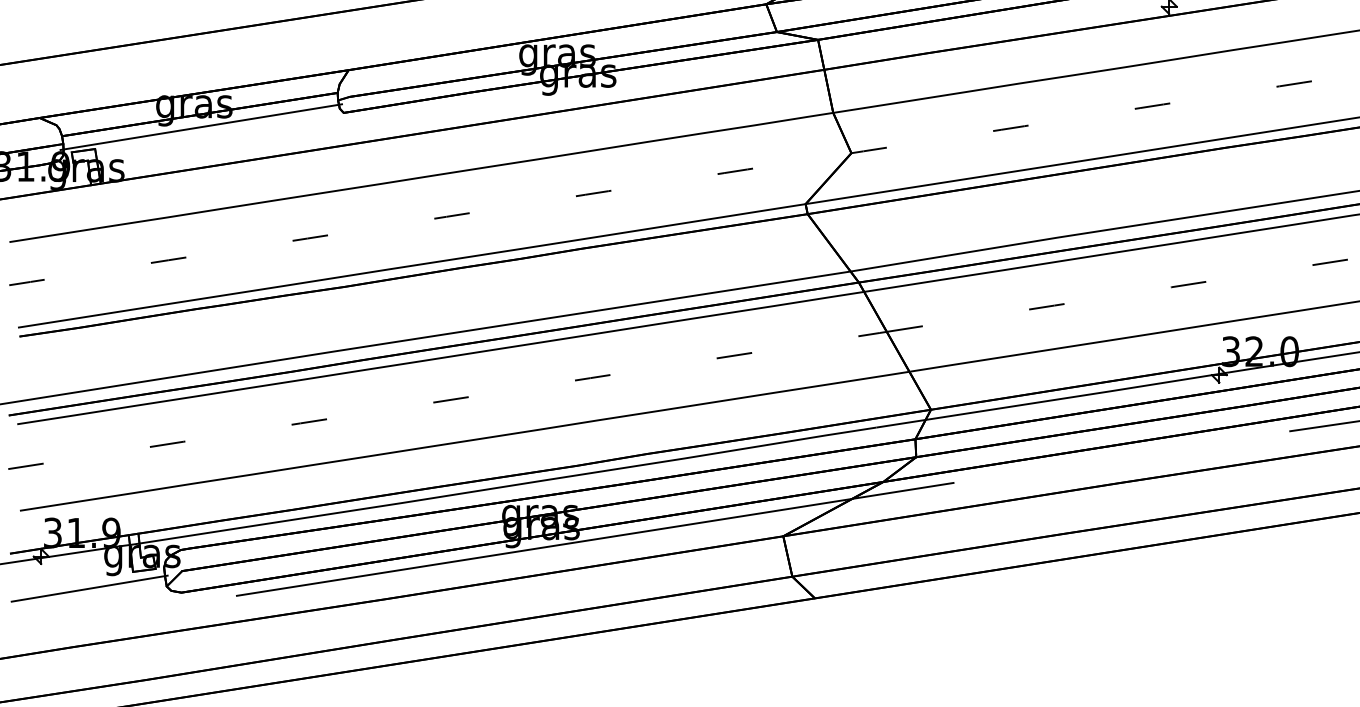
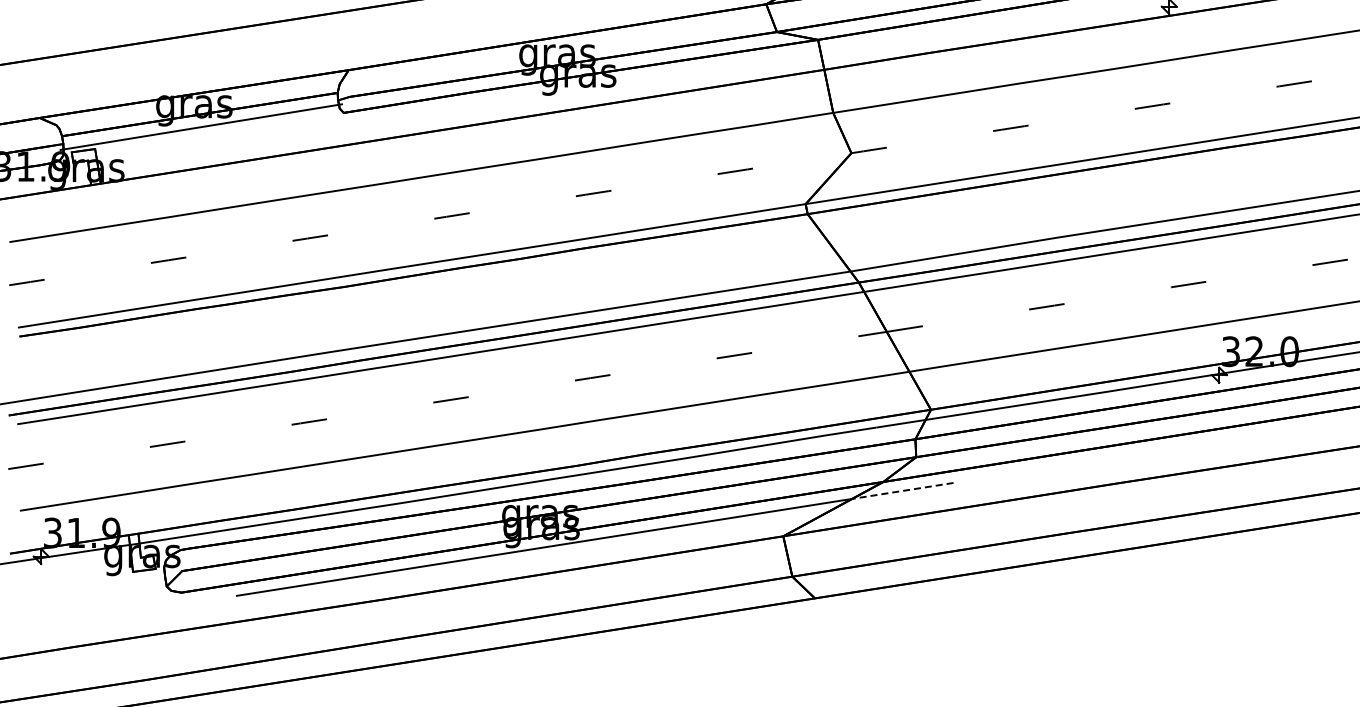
line at (1323, 426): present -> none
line at (902, 491): solid -> dashed
line at (89, 588): present -> none
